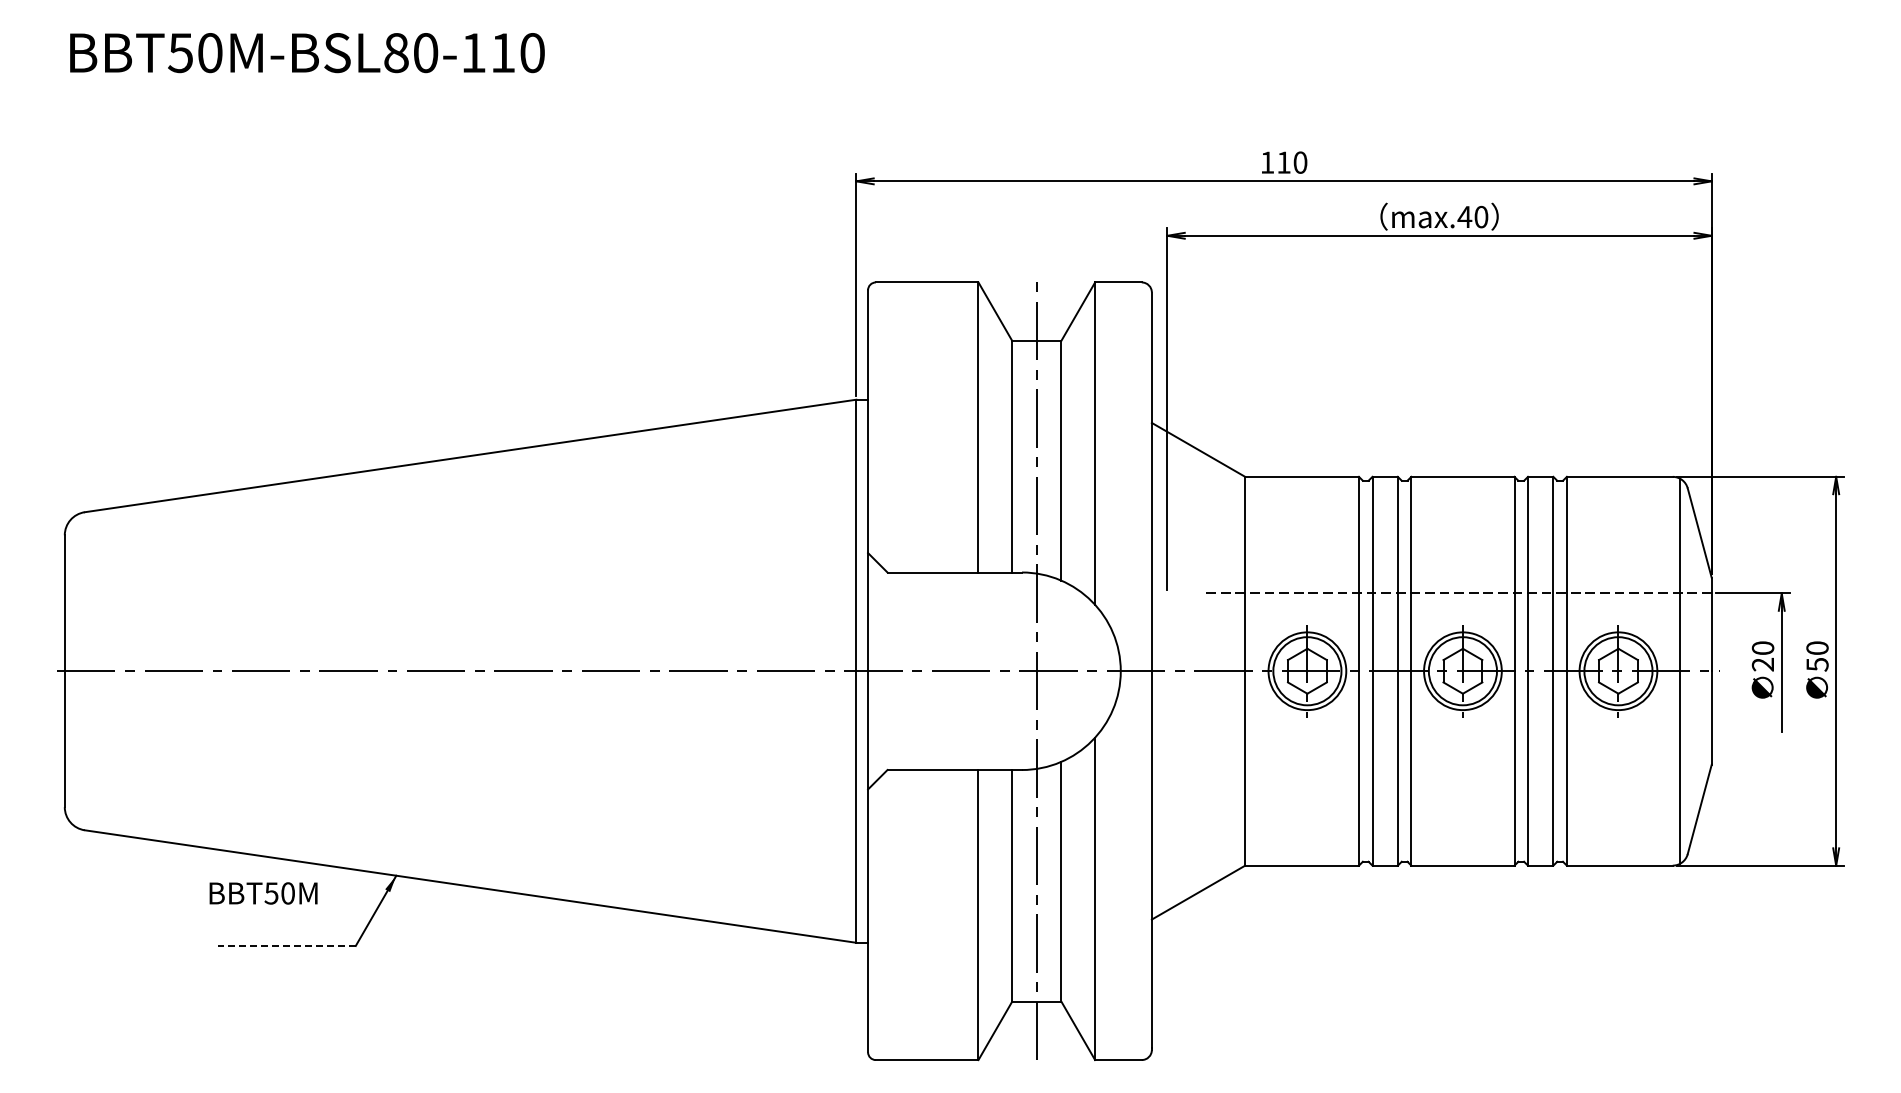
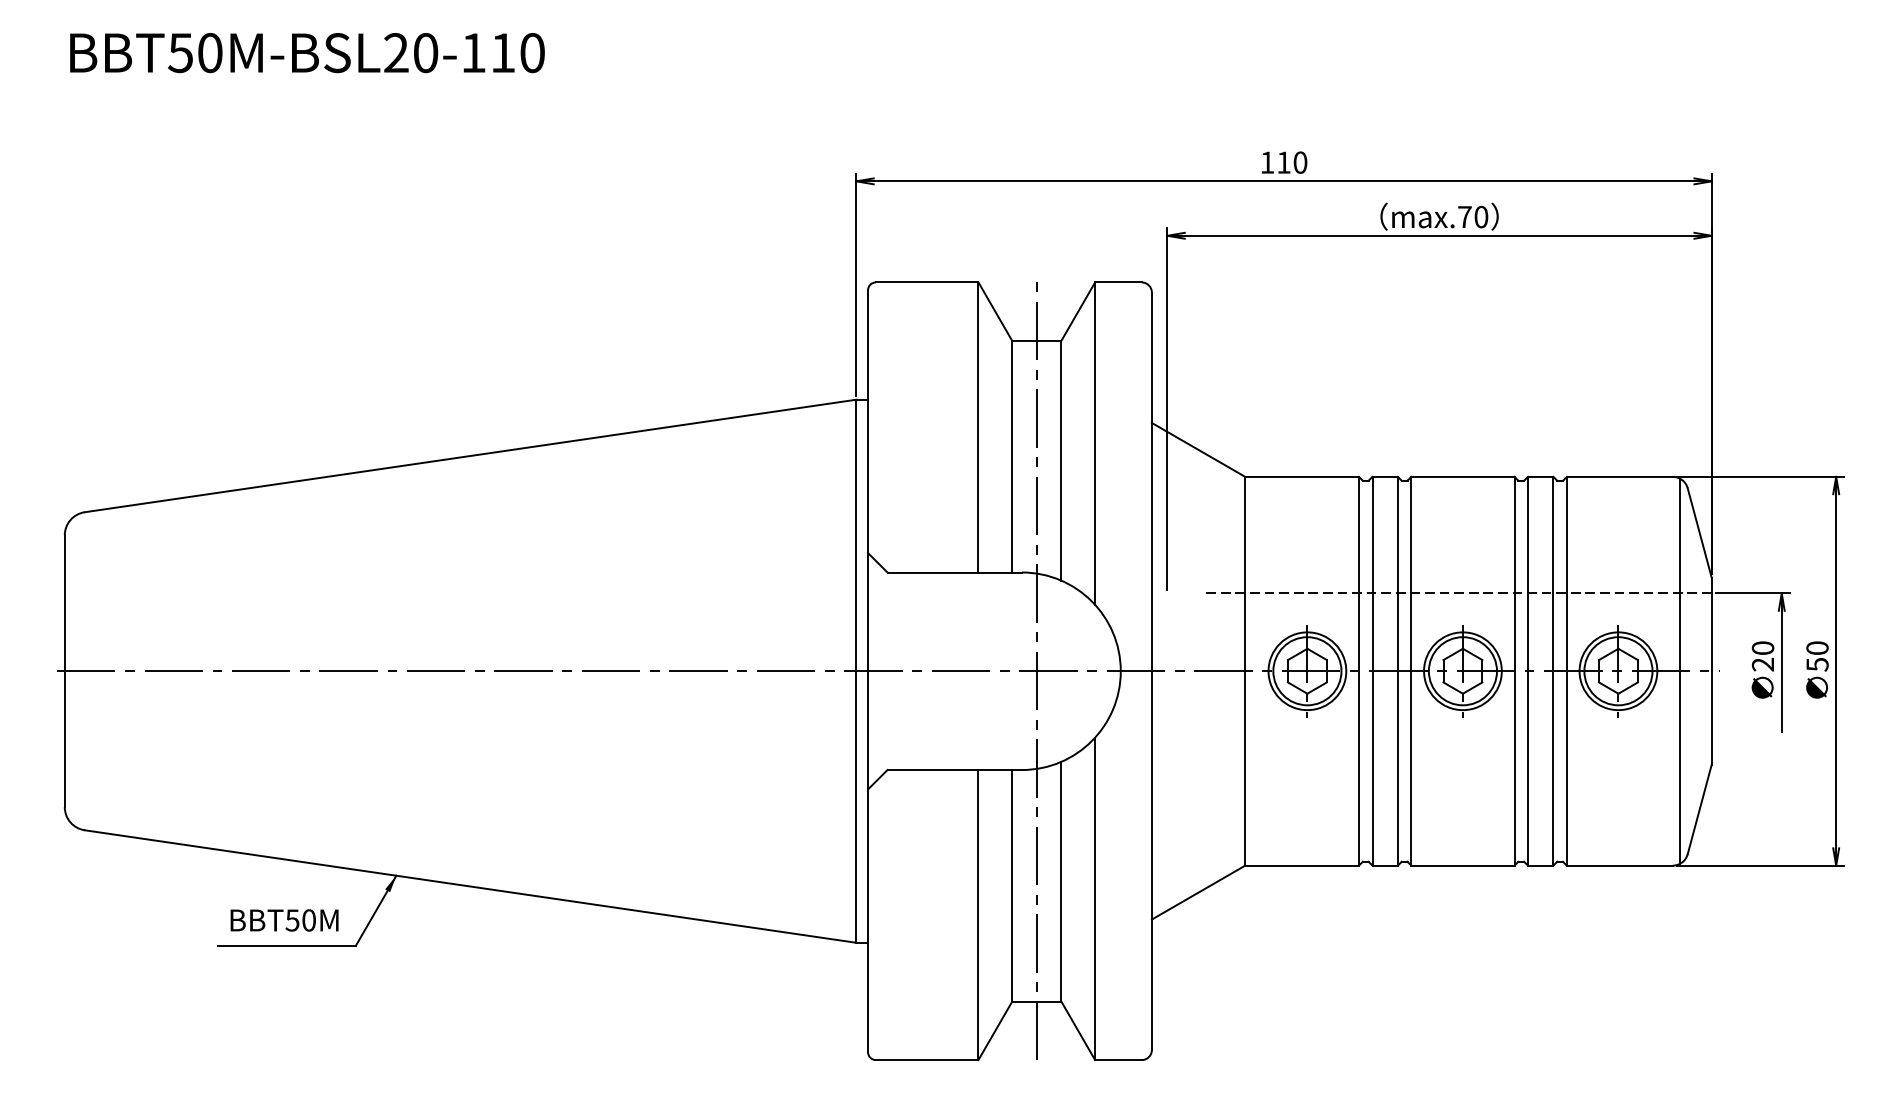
text at (396, 53): BBT50M-BSL80-110 -> BBT50M-BSL20-110
text at (1464, 216): max.40 -> max.70
text at (263, 893) position: (263, 893) -> (284, 920)
line at (286, 945): dashed -> solid
